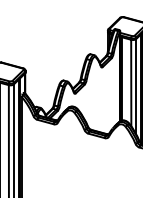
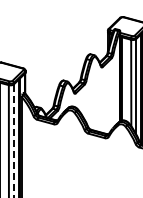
line at (13, 141): solid -> dashed
